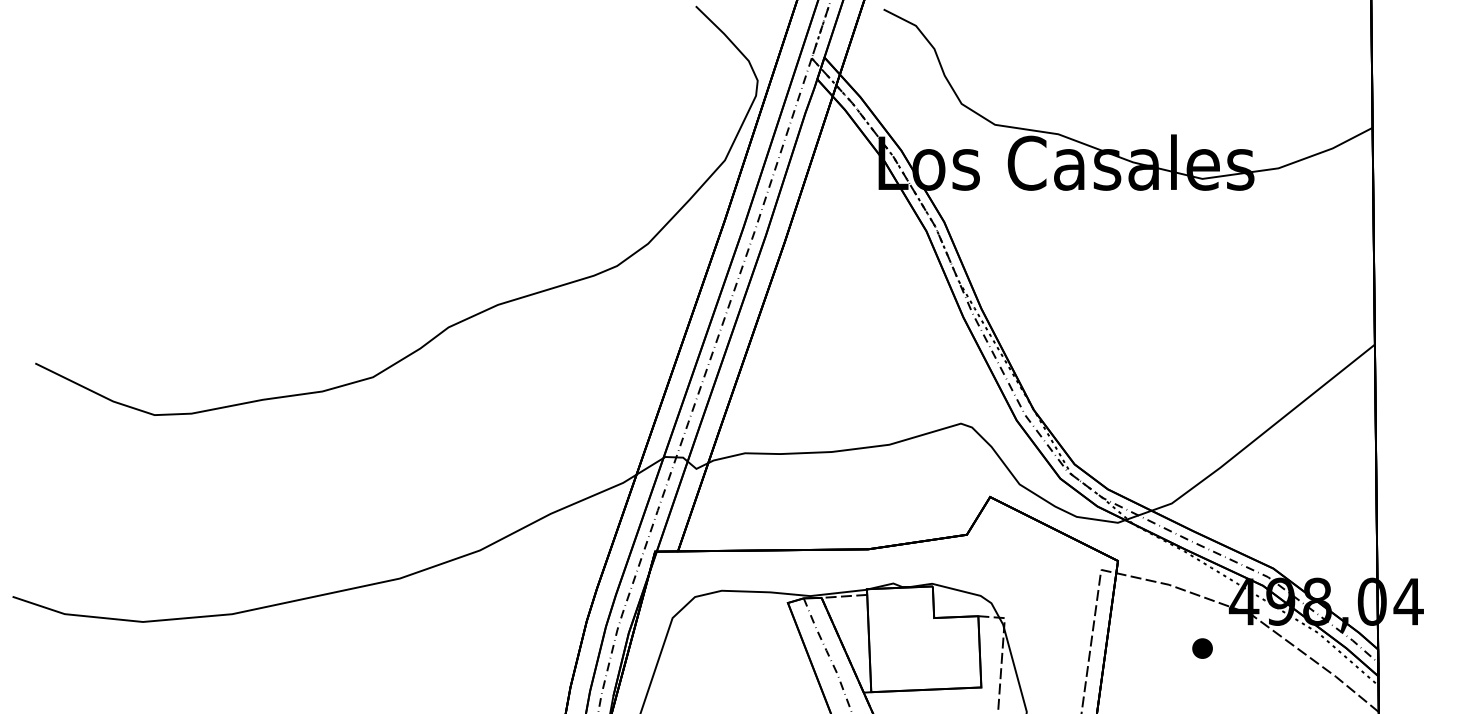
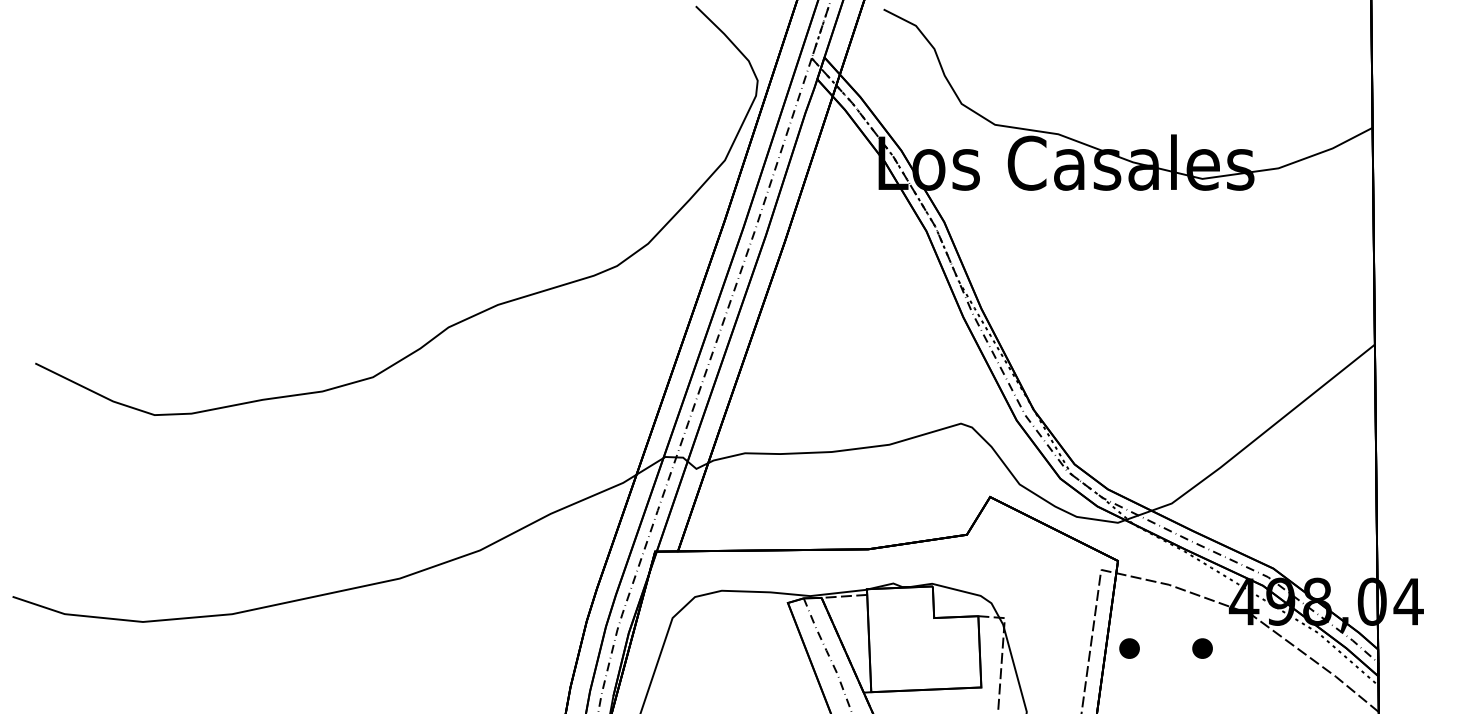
part at (1129, 648): none -> present
